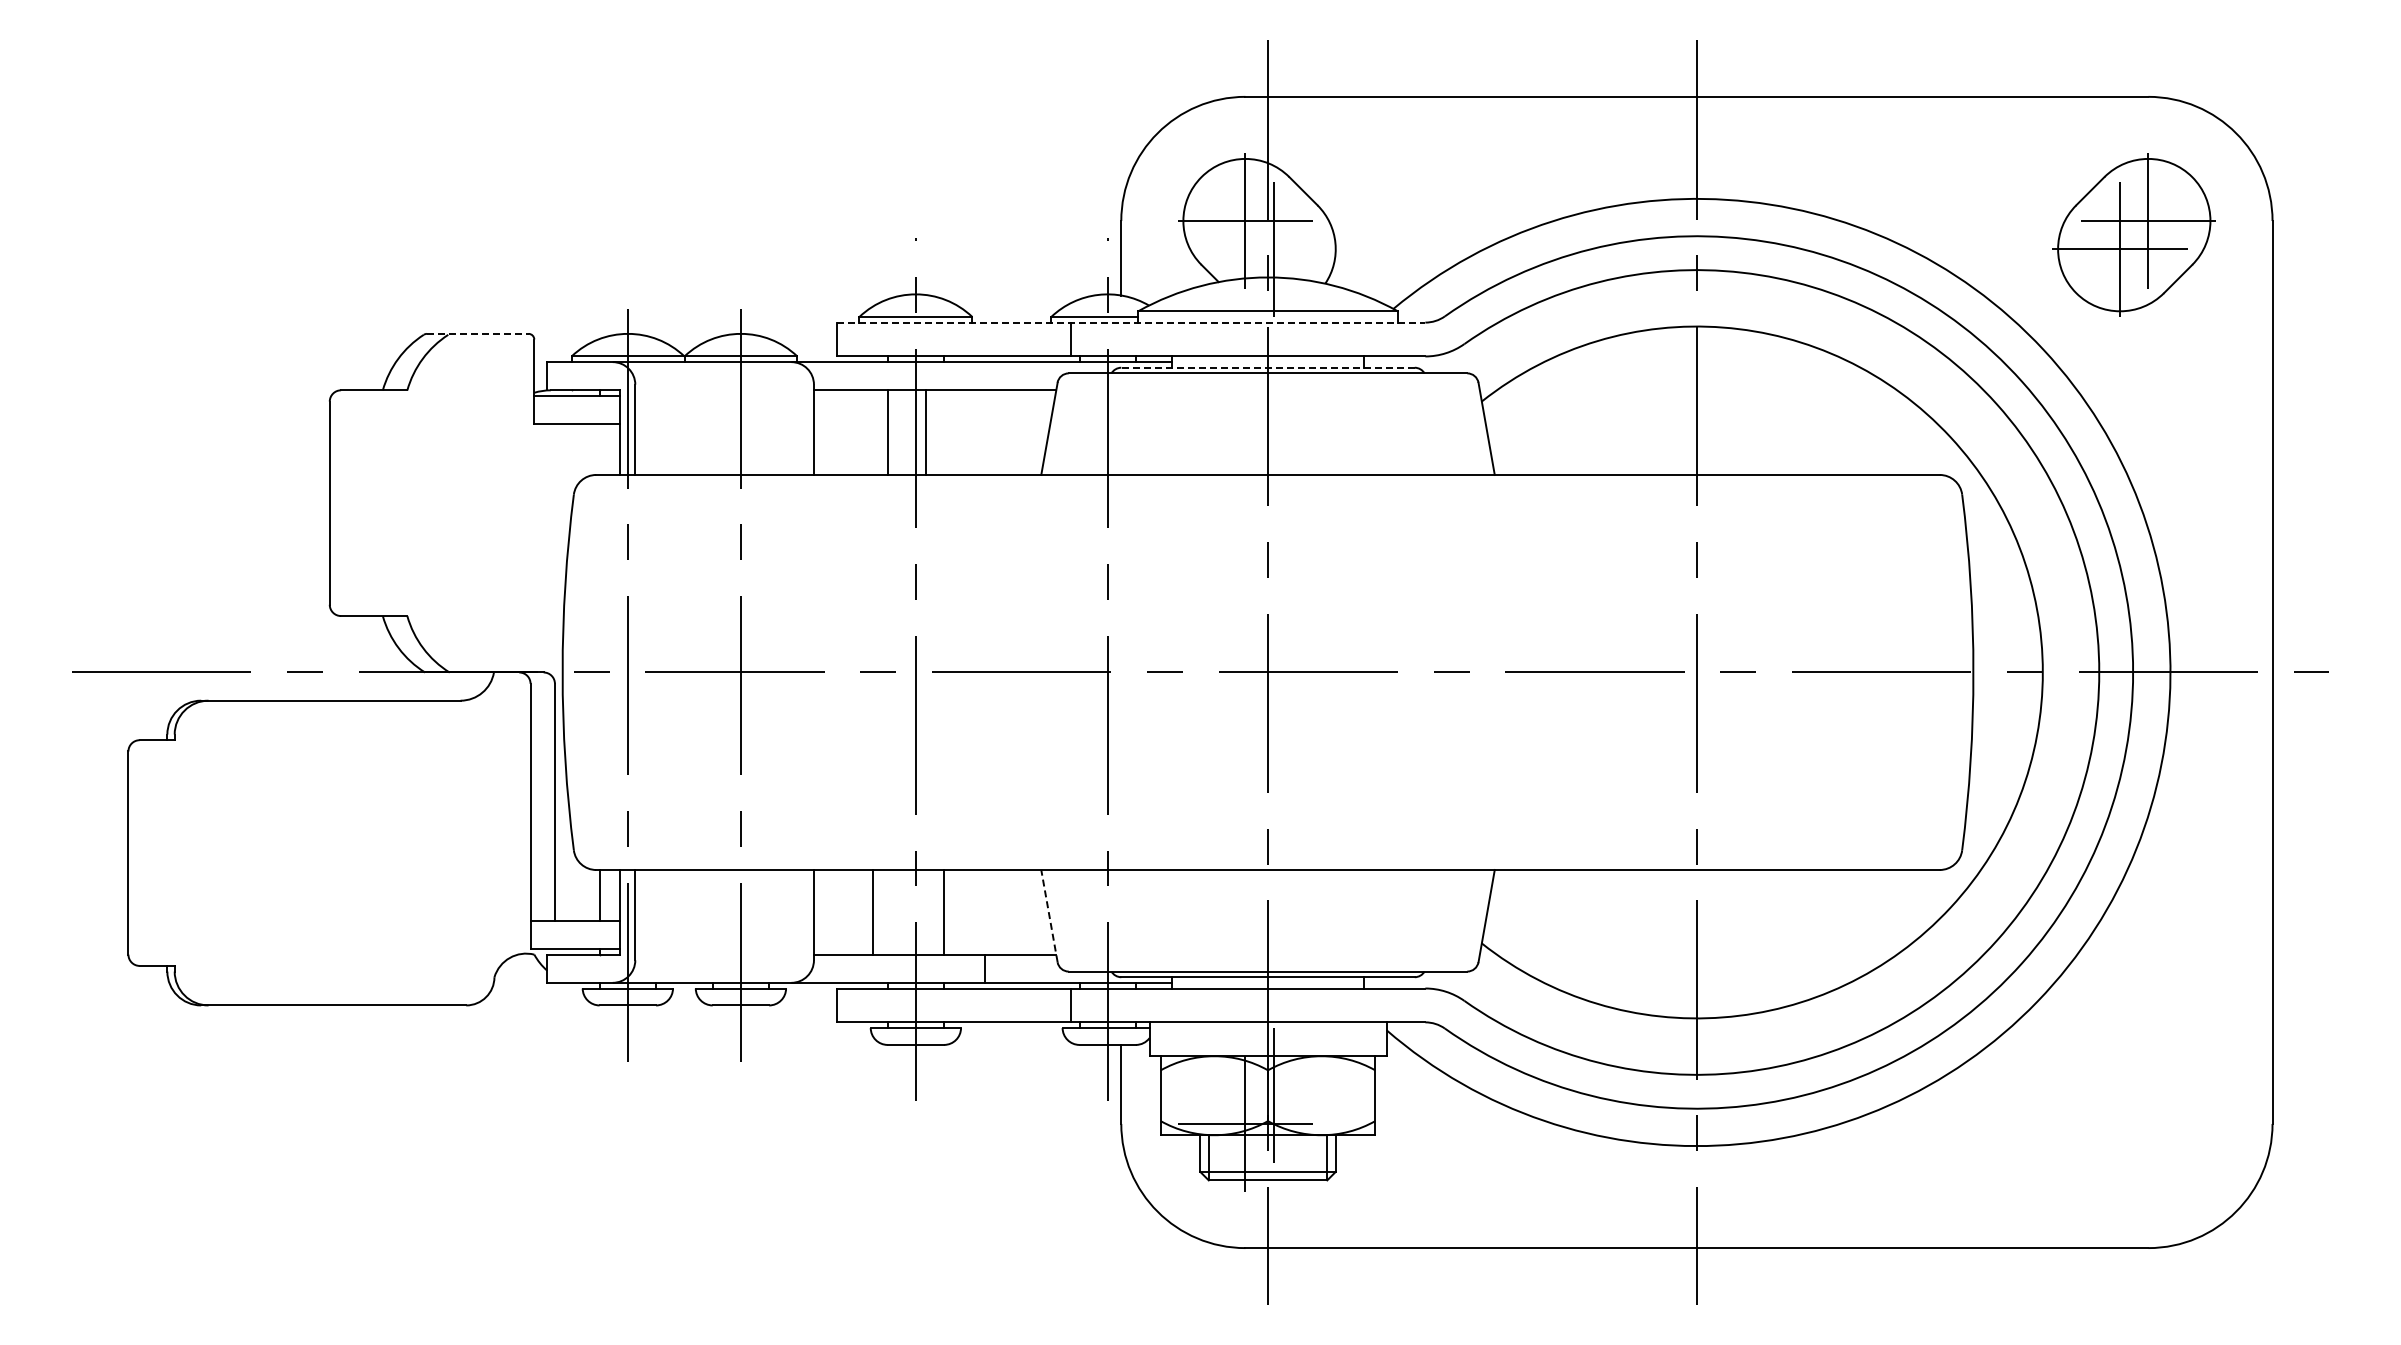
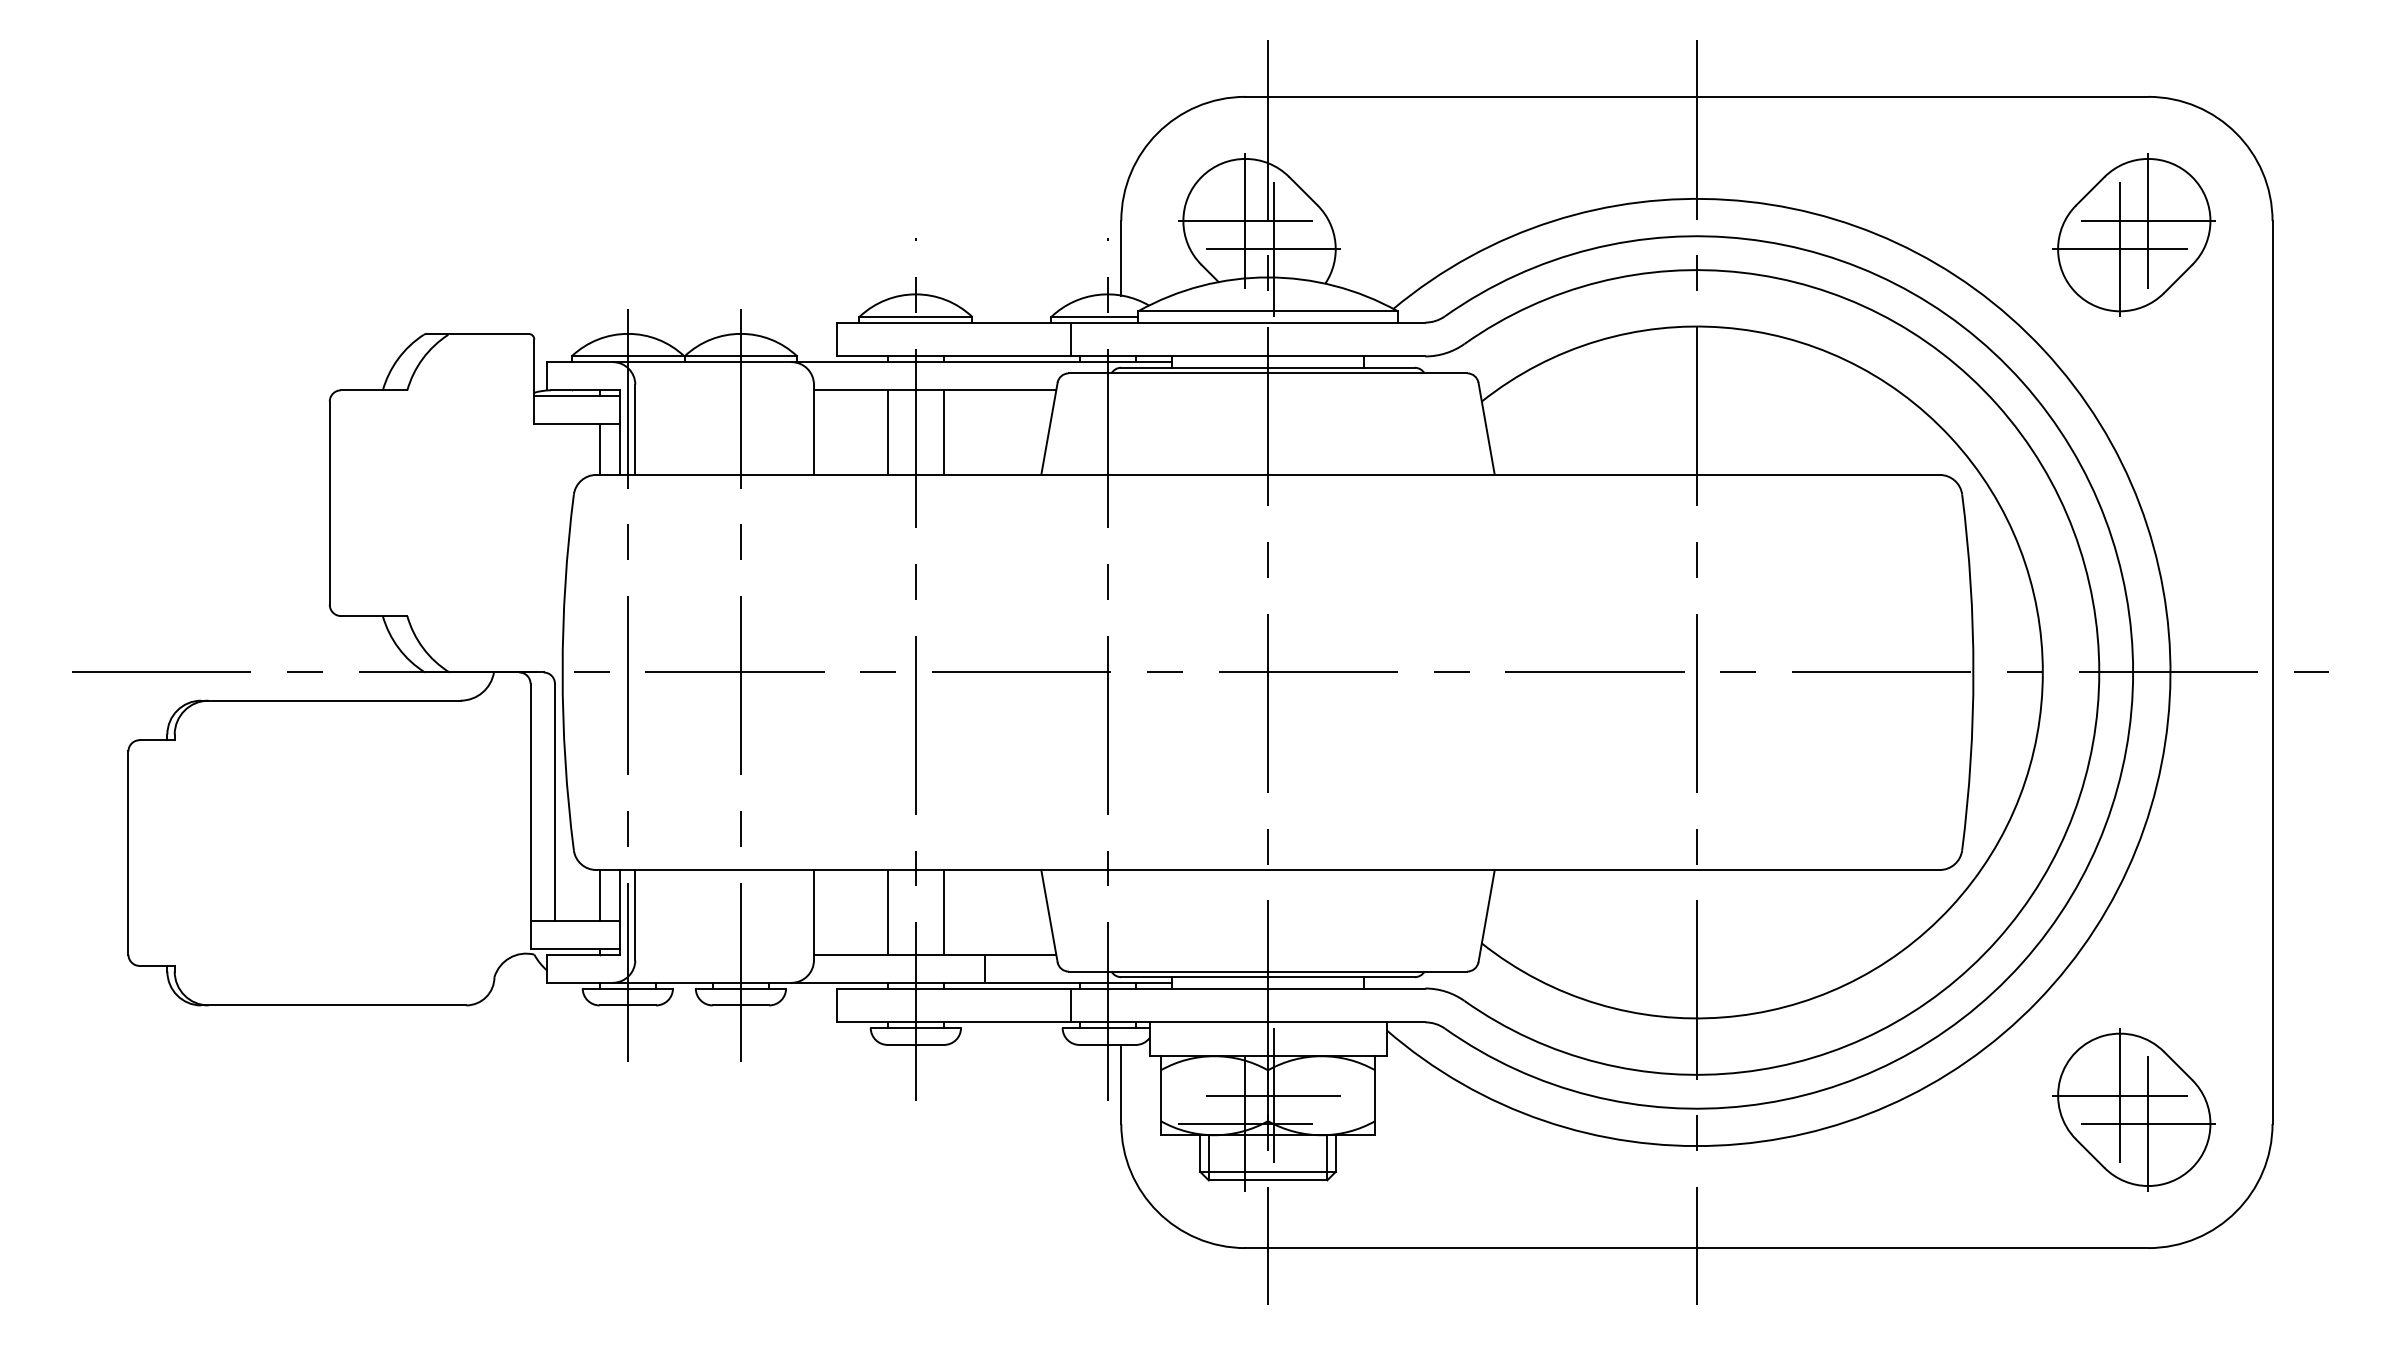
line at (1273, 249): none -> present
line at (1131, 322): dashed -> solid
line at (477, 333): dashed -> solid
line at (1268, 367): dashed -> solid
line at (926, 432) position: (926, 432) -> (944, 432)
line at (599, 449): none -> present
line at (872, 912) position: (872, 912) -> (887, 912)
line at (1049, 916): dashed -> solid
line at (1273, 1095): none -> present
part at (2133, 1109): none -> present
